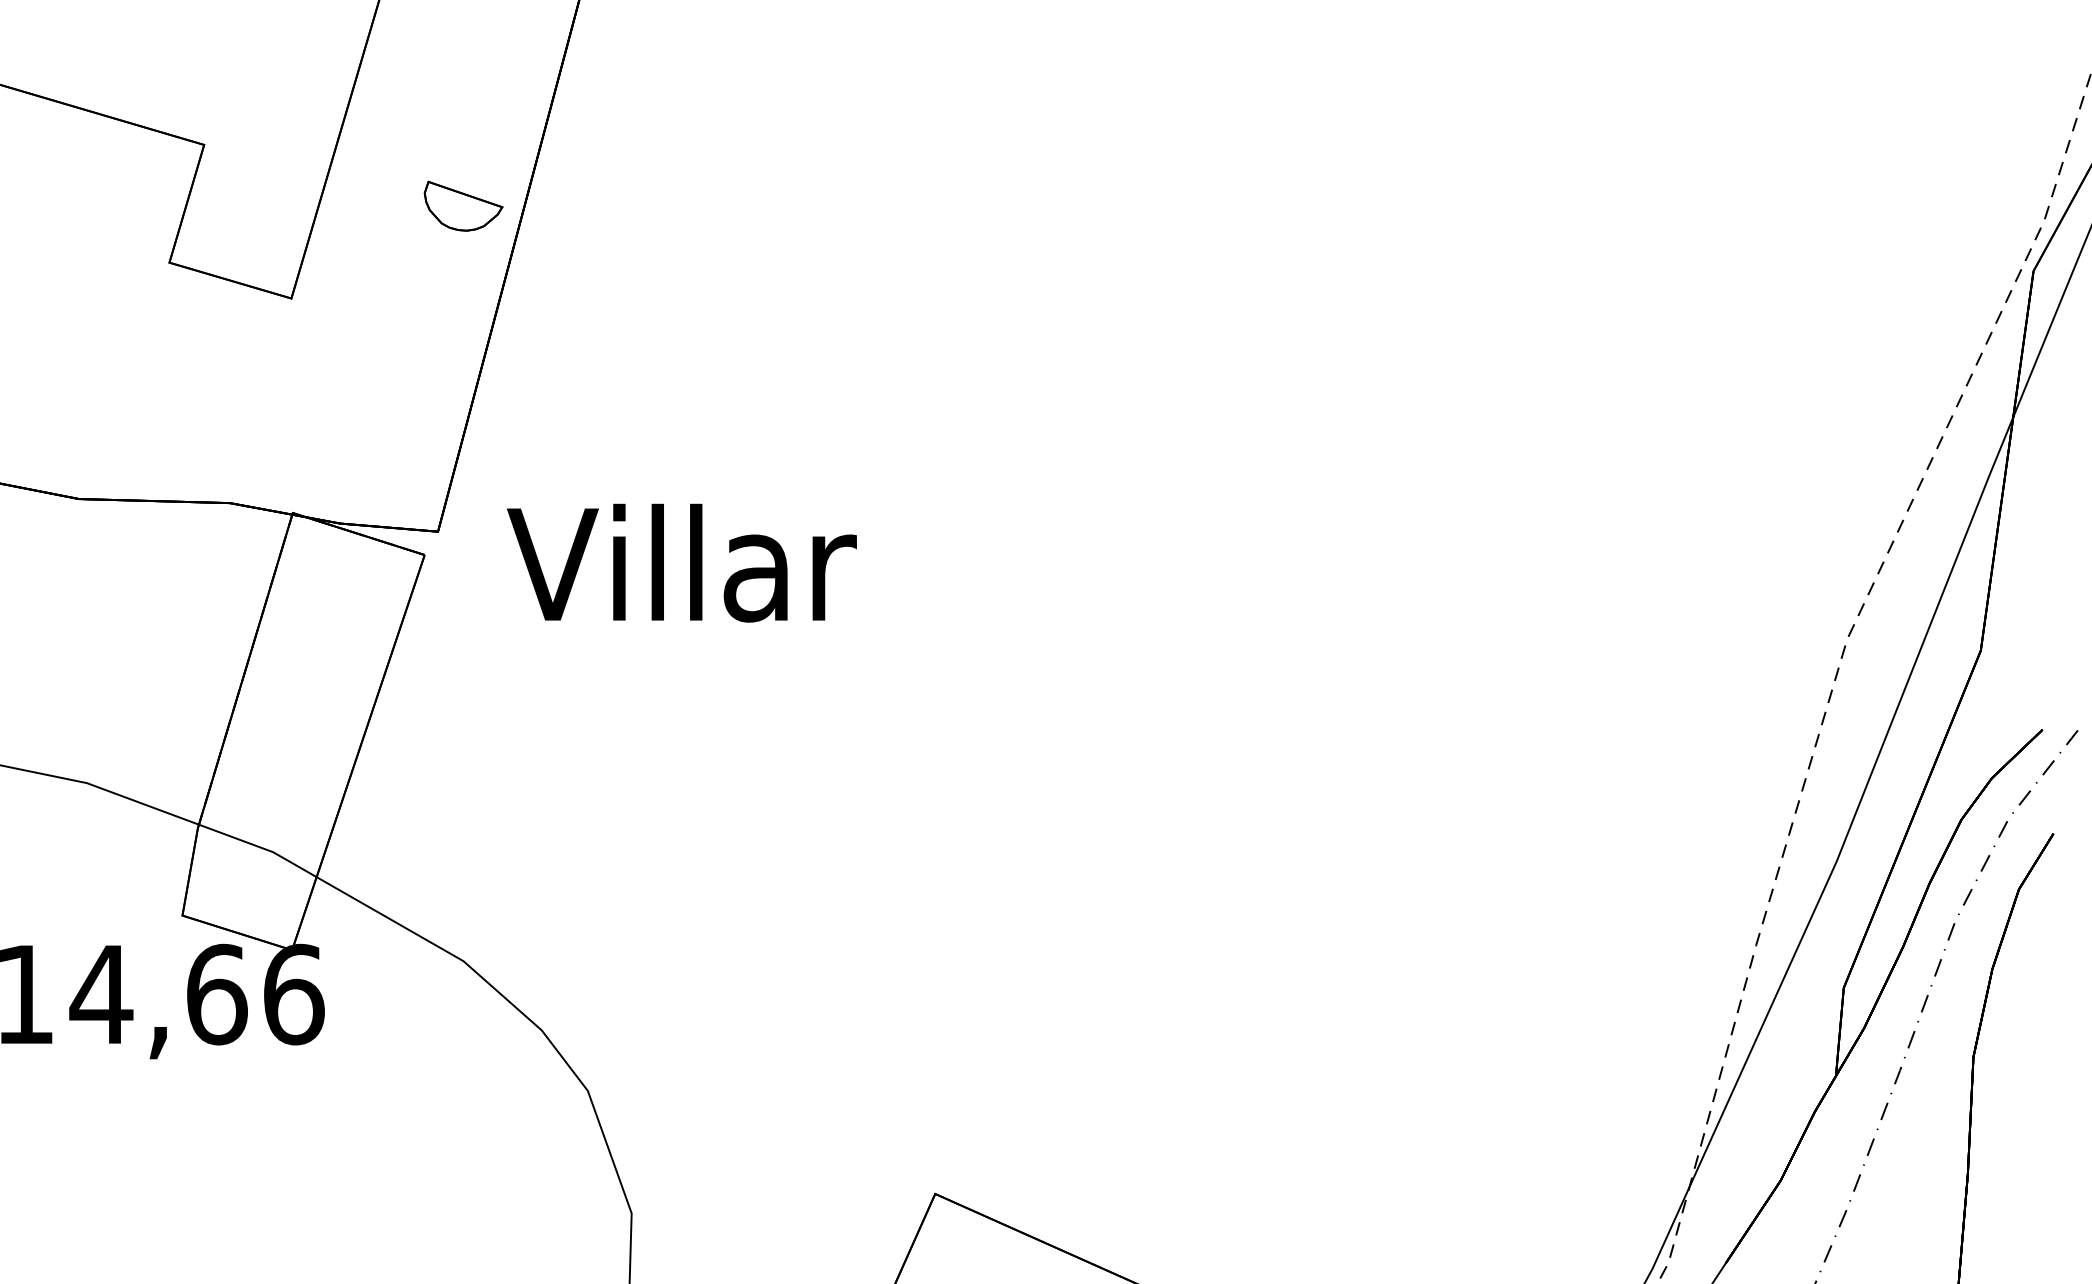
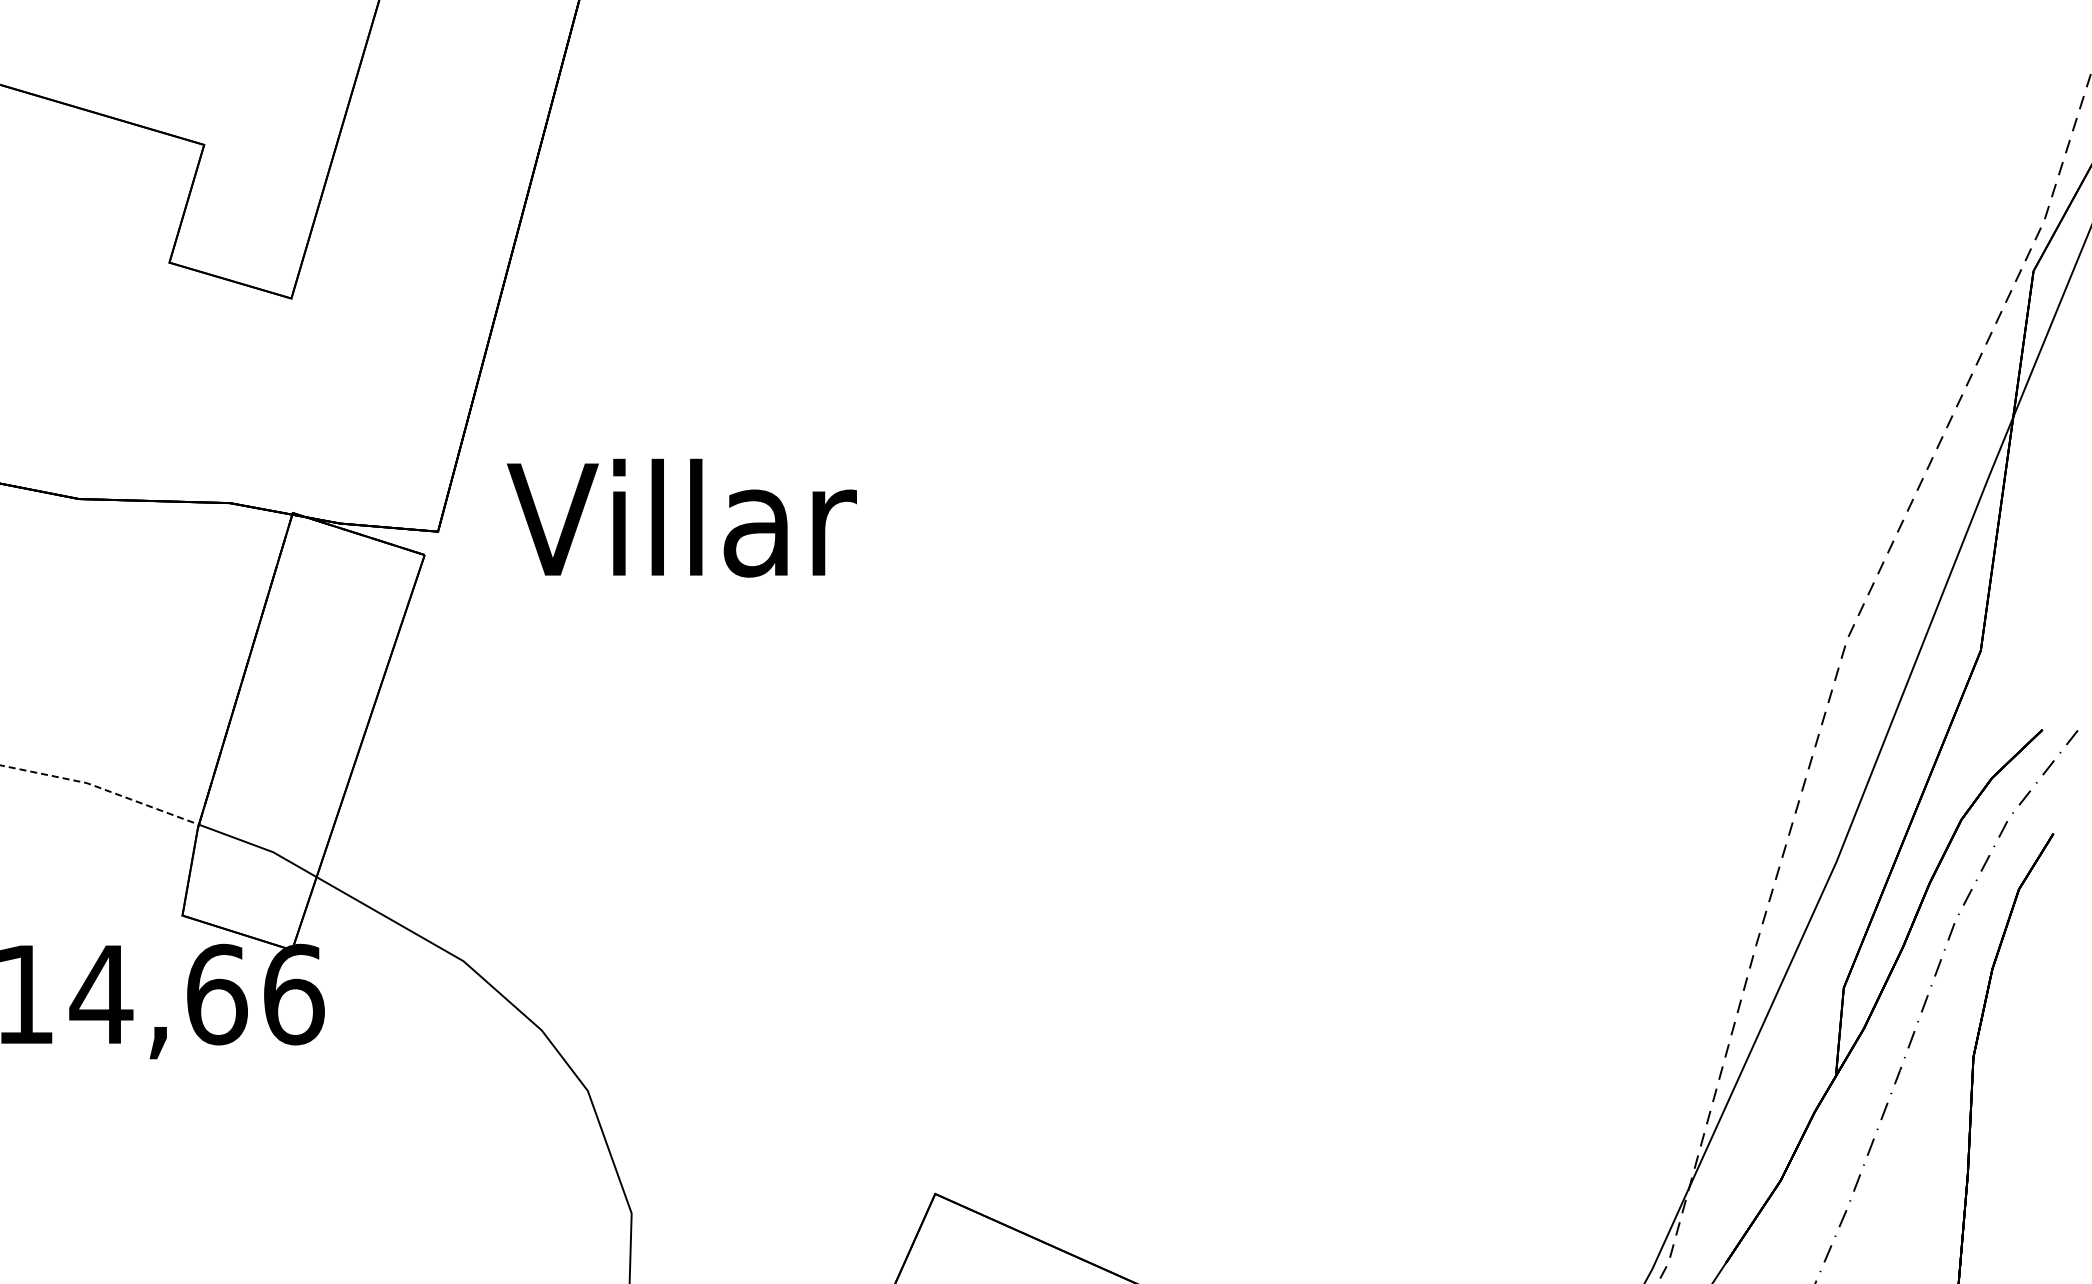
part at (463, 205): present -> none
text at (681, 562) position: (681, 562) -> (681, 517)
line at (101, 788): solid -> dashed
